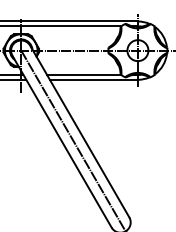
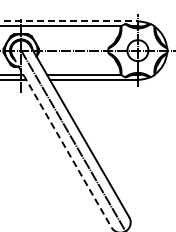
line at (69, 21): solid -> dashed
line at (62, 142): solid -> dashed
